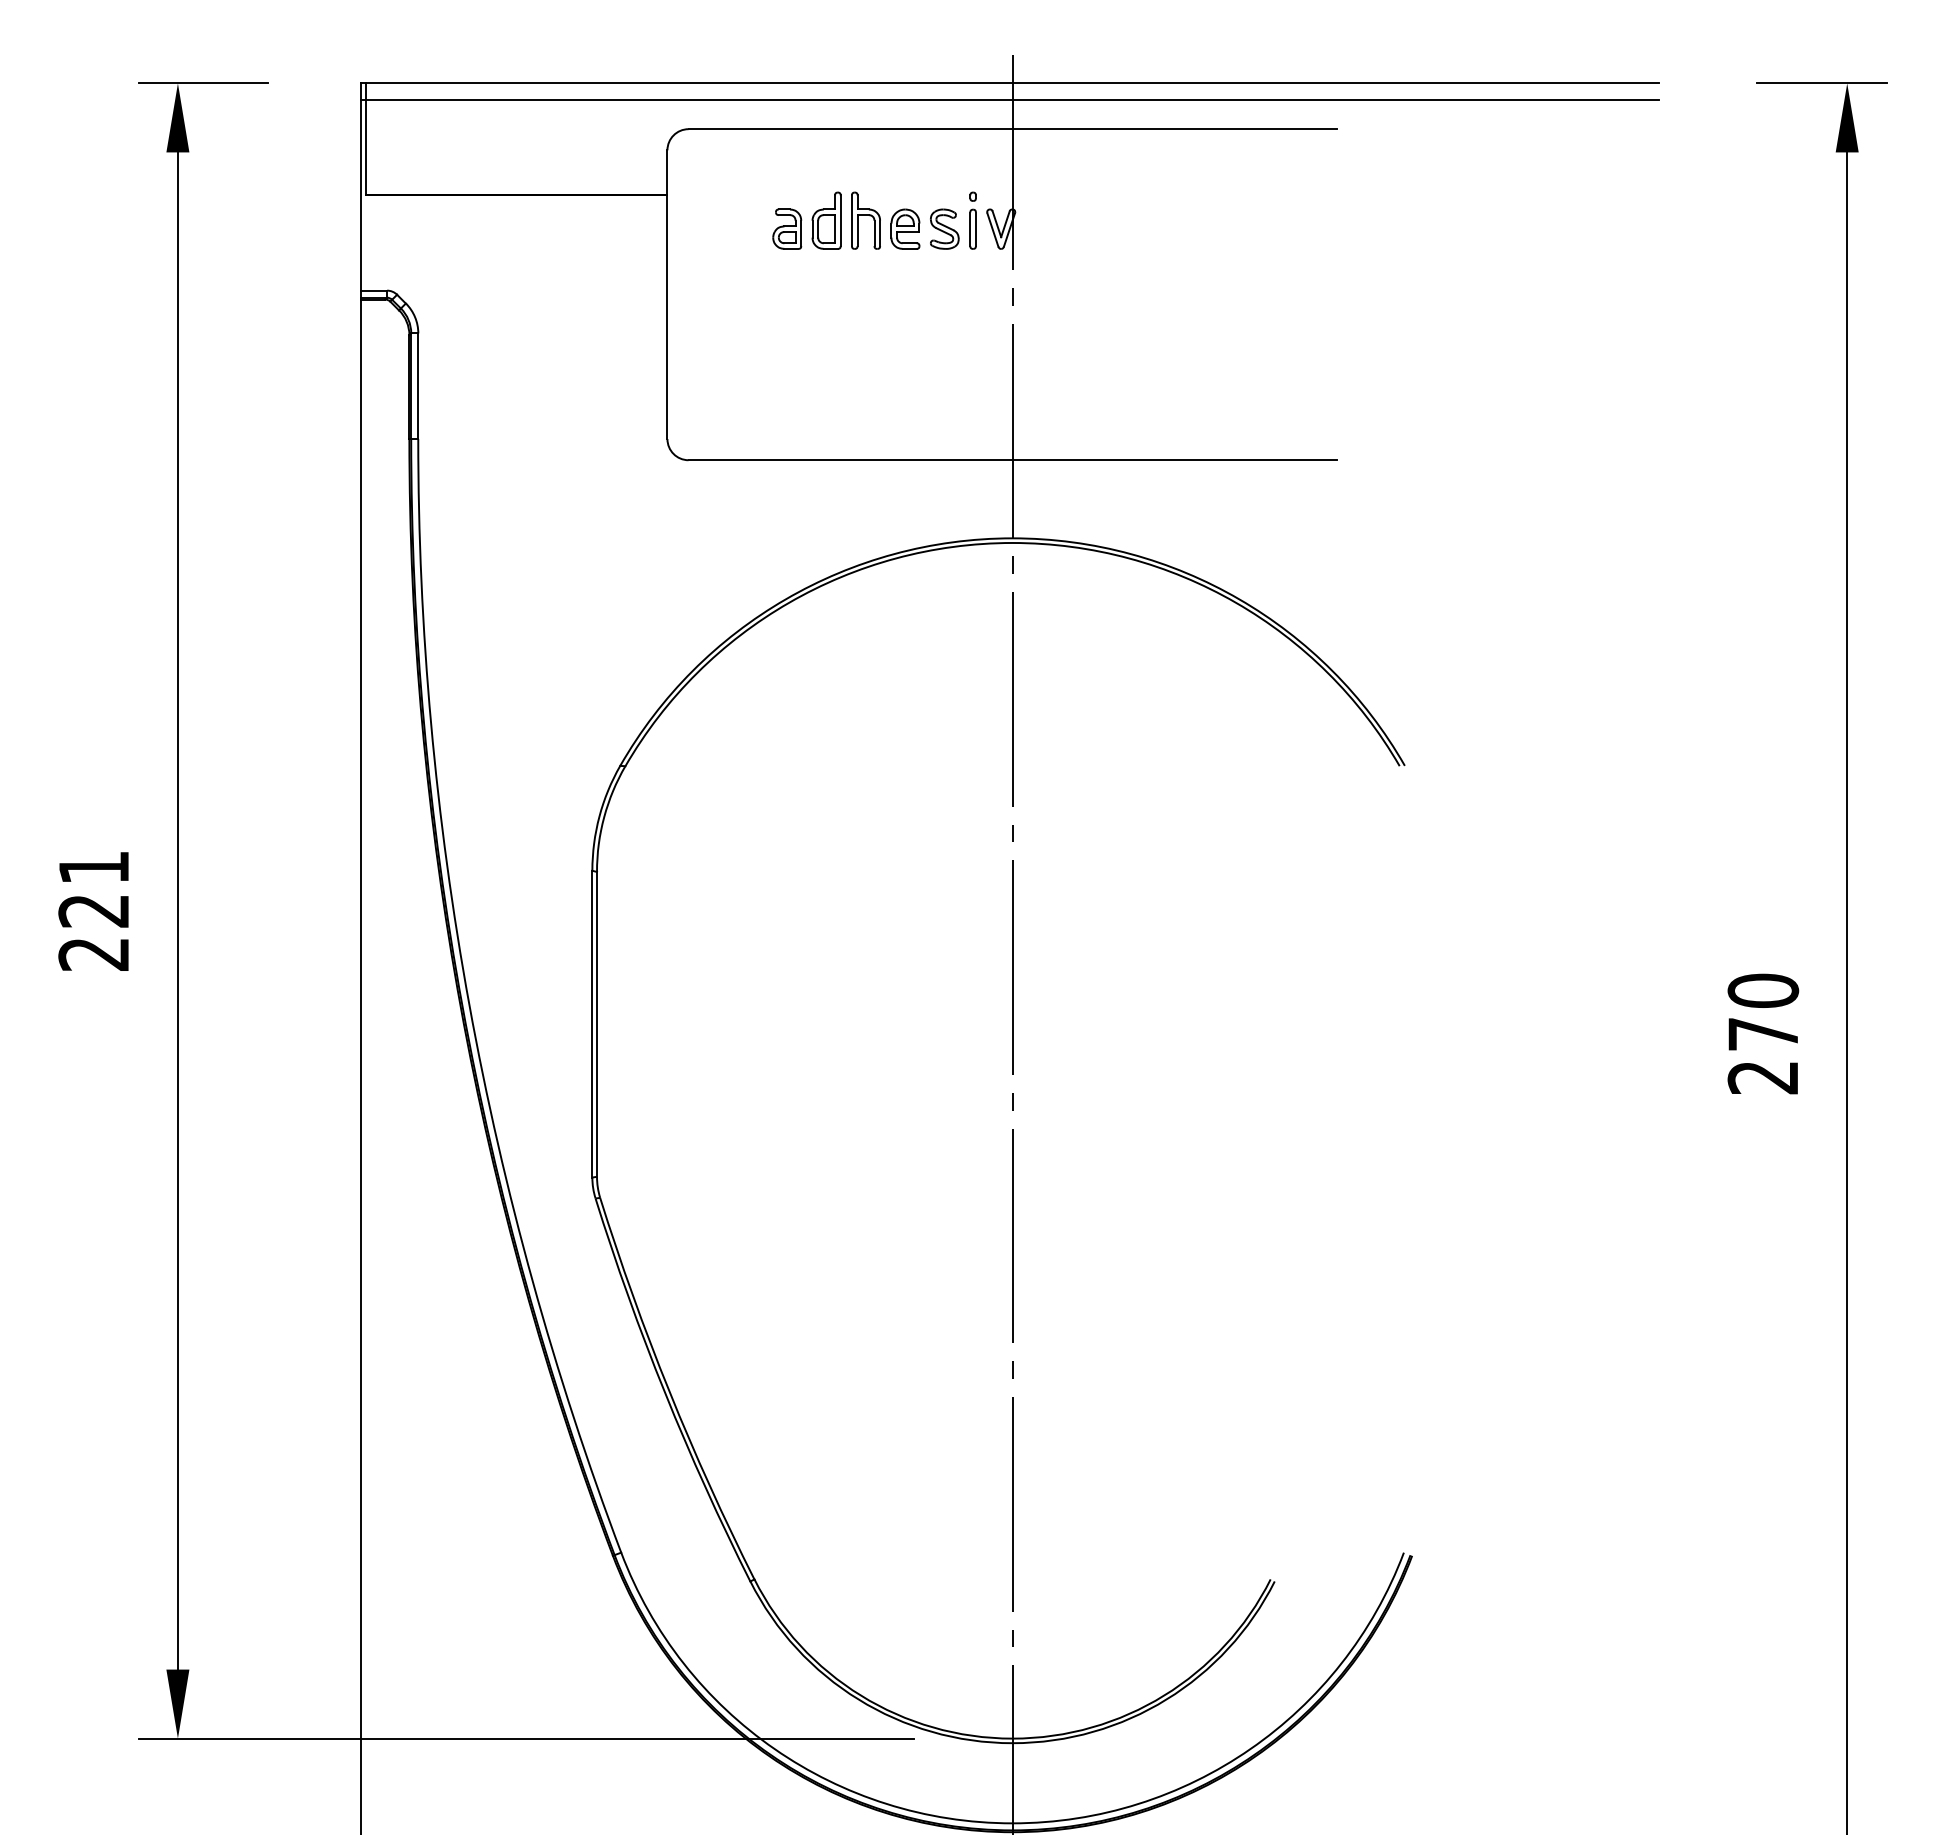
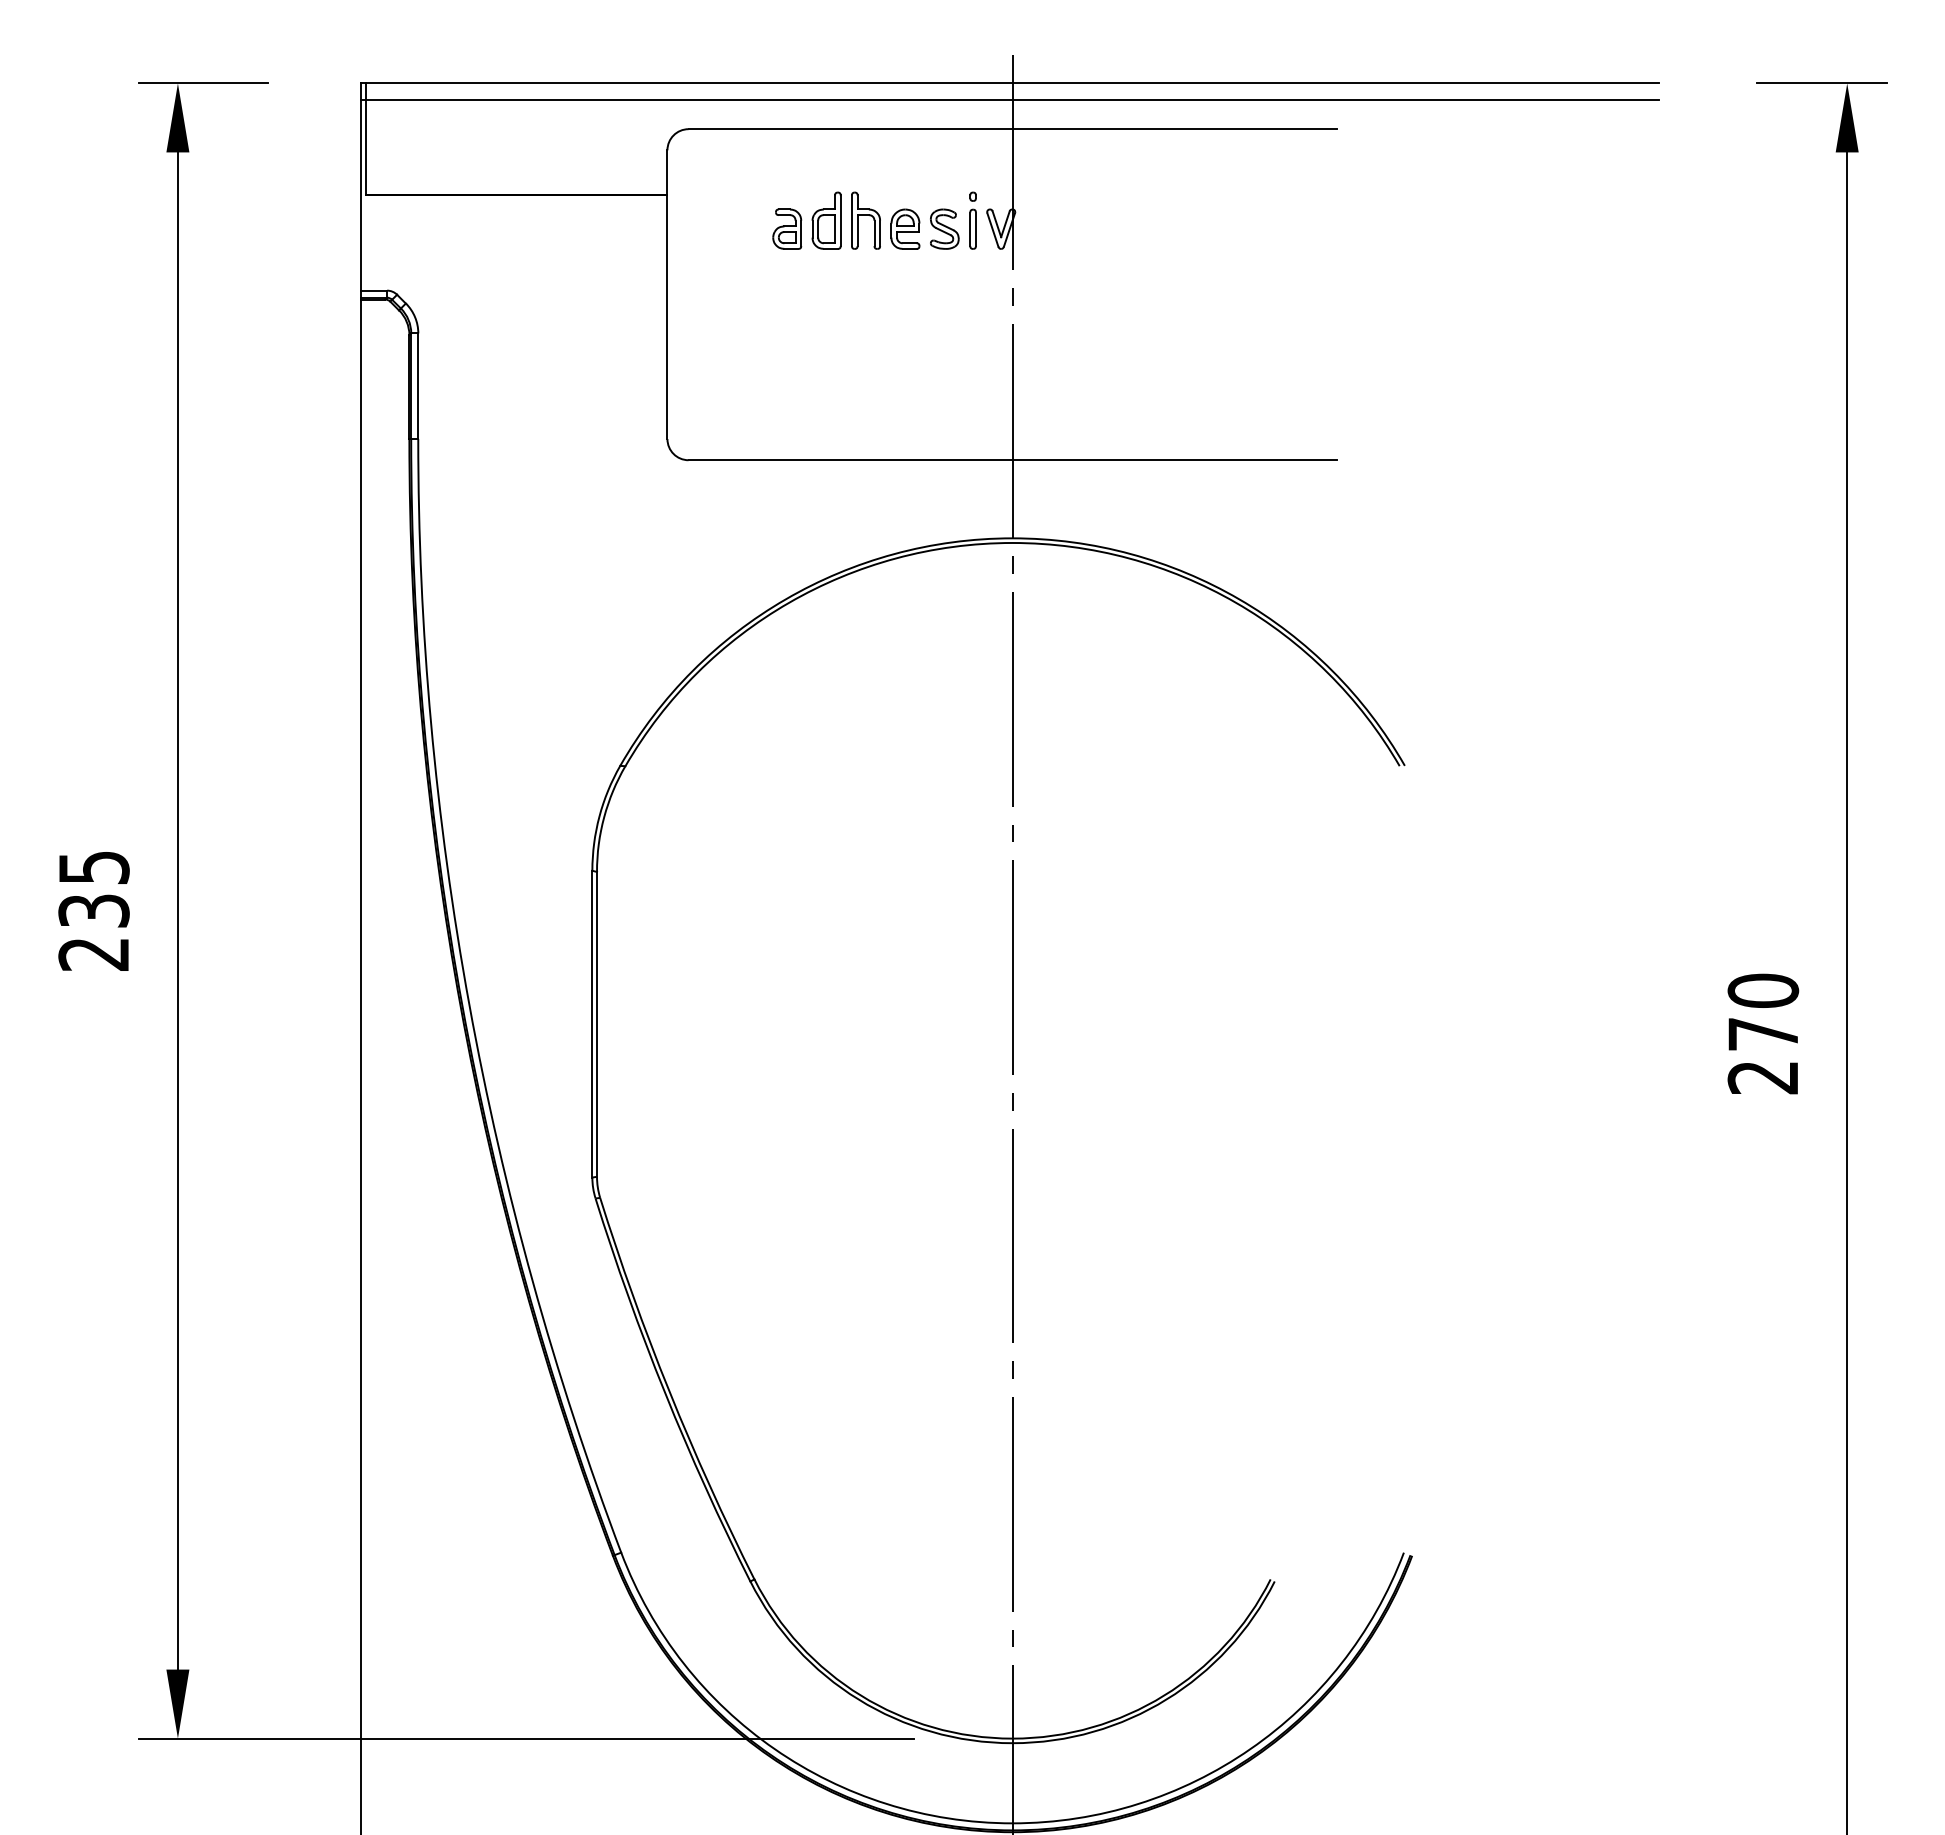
text at (93, 889): 221 -> 235
